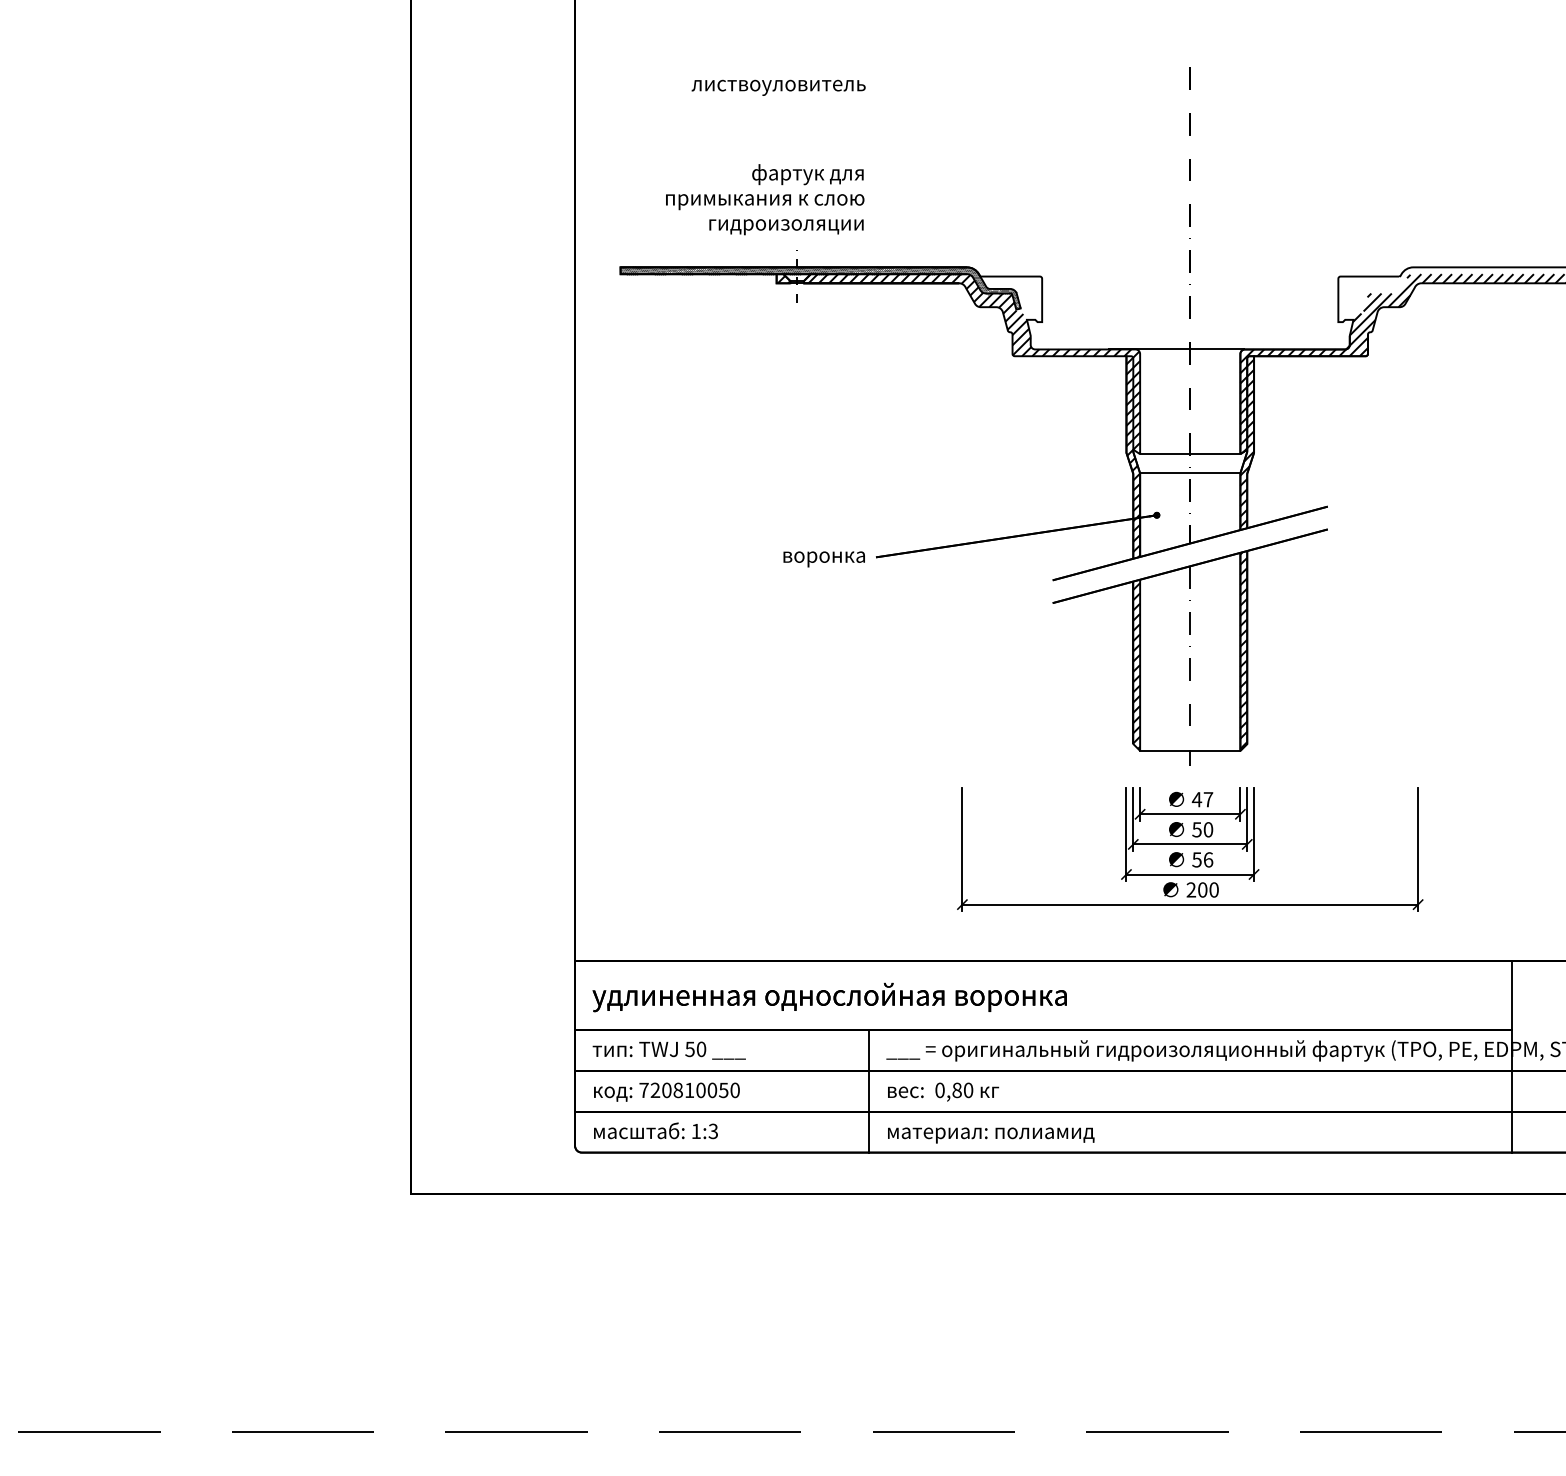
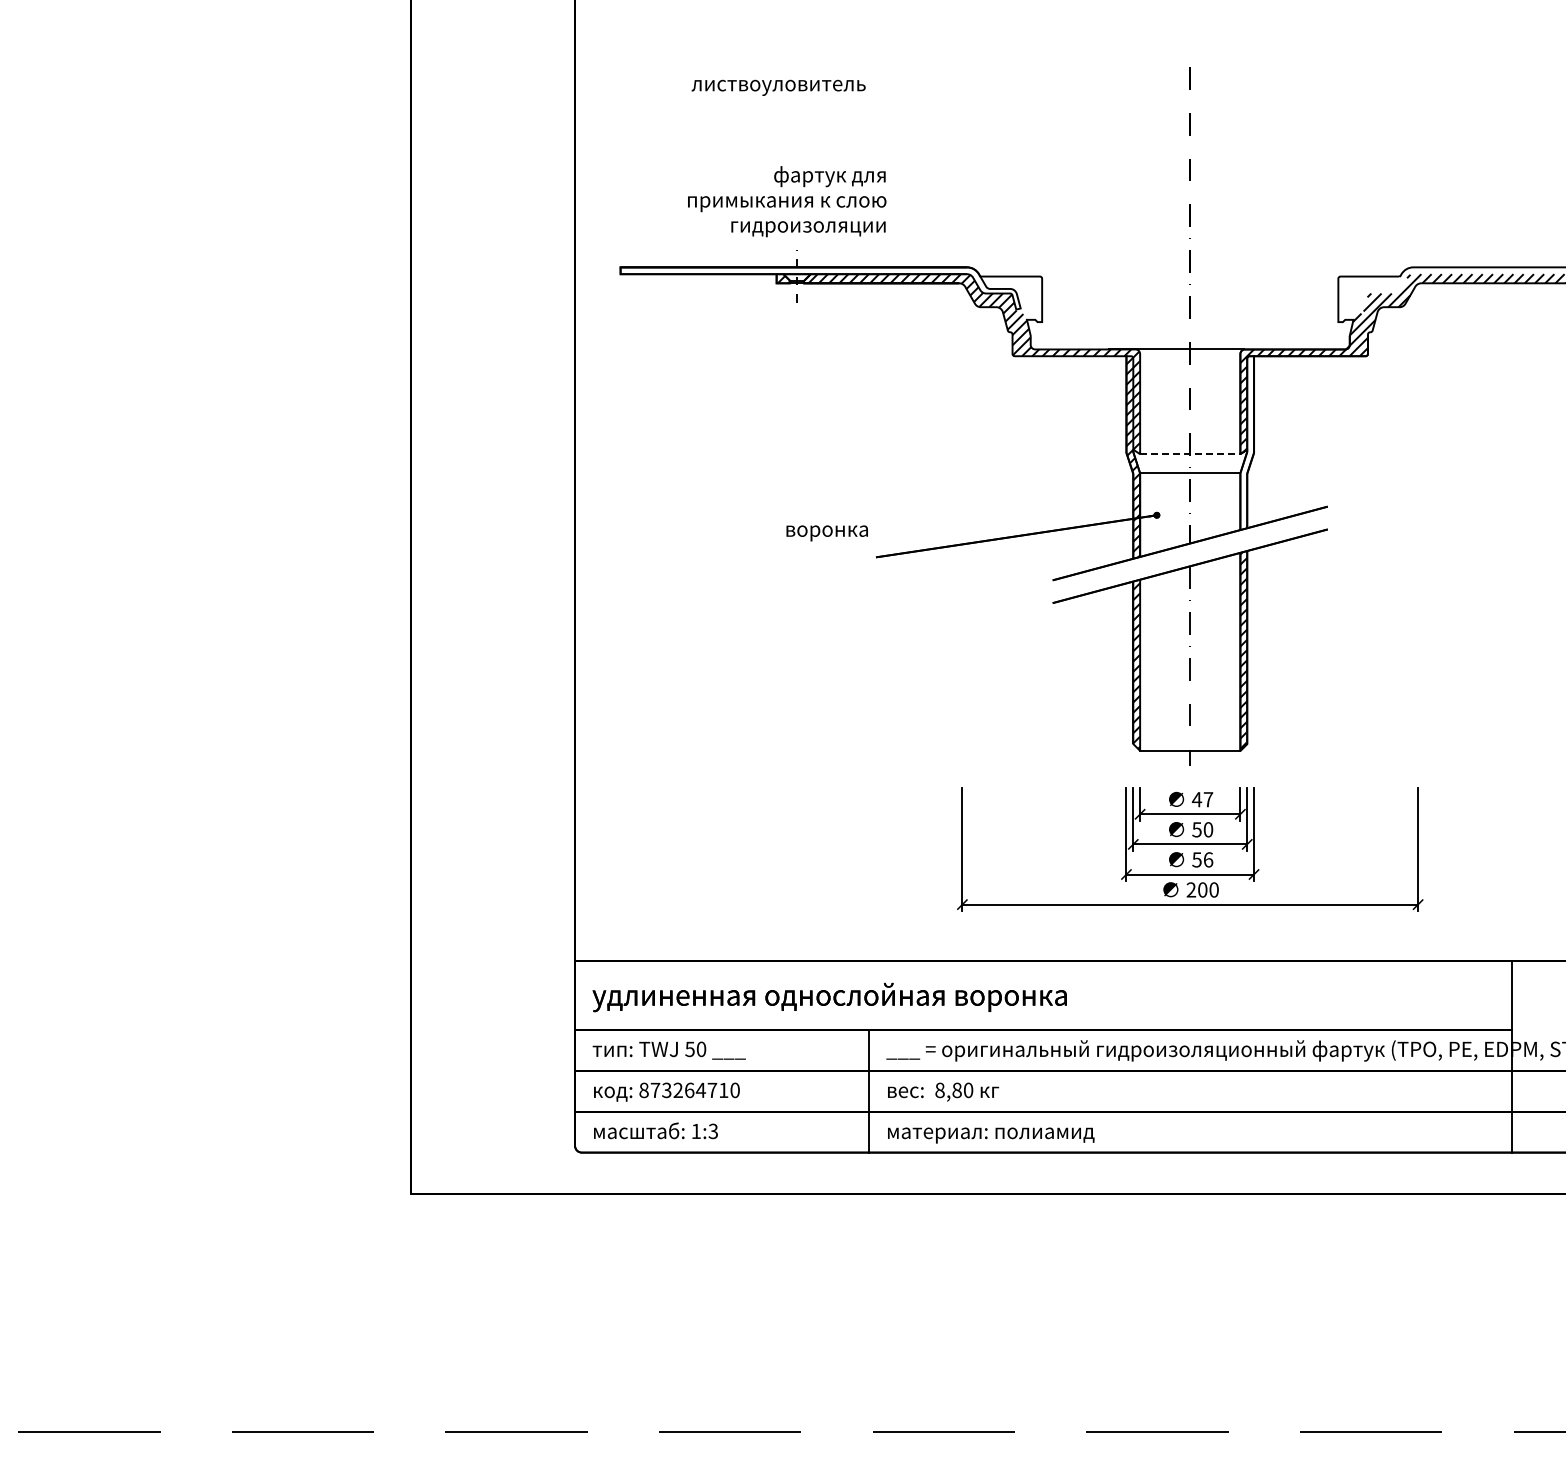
text at (765, 199) position: (765, 199) -> (787, 201)
hatch at (820, 287): present -> none
hatch at (1247, 442): present -> none
line at (1190, 454): solid -> dashed
text at (823, 559) position: (823, 559) -> (826, 533)
text at (683, 1090): 720810050 -> 873264710
text at (939, 1090): 0,80 -> 8,80
